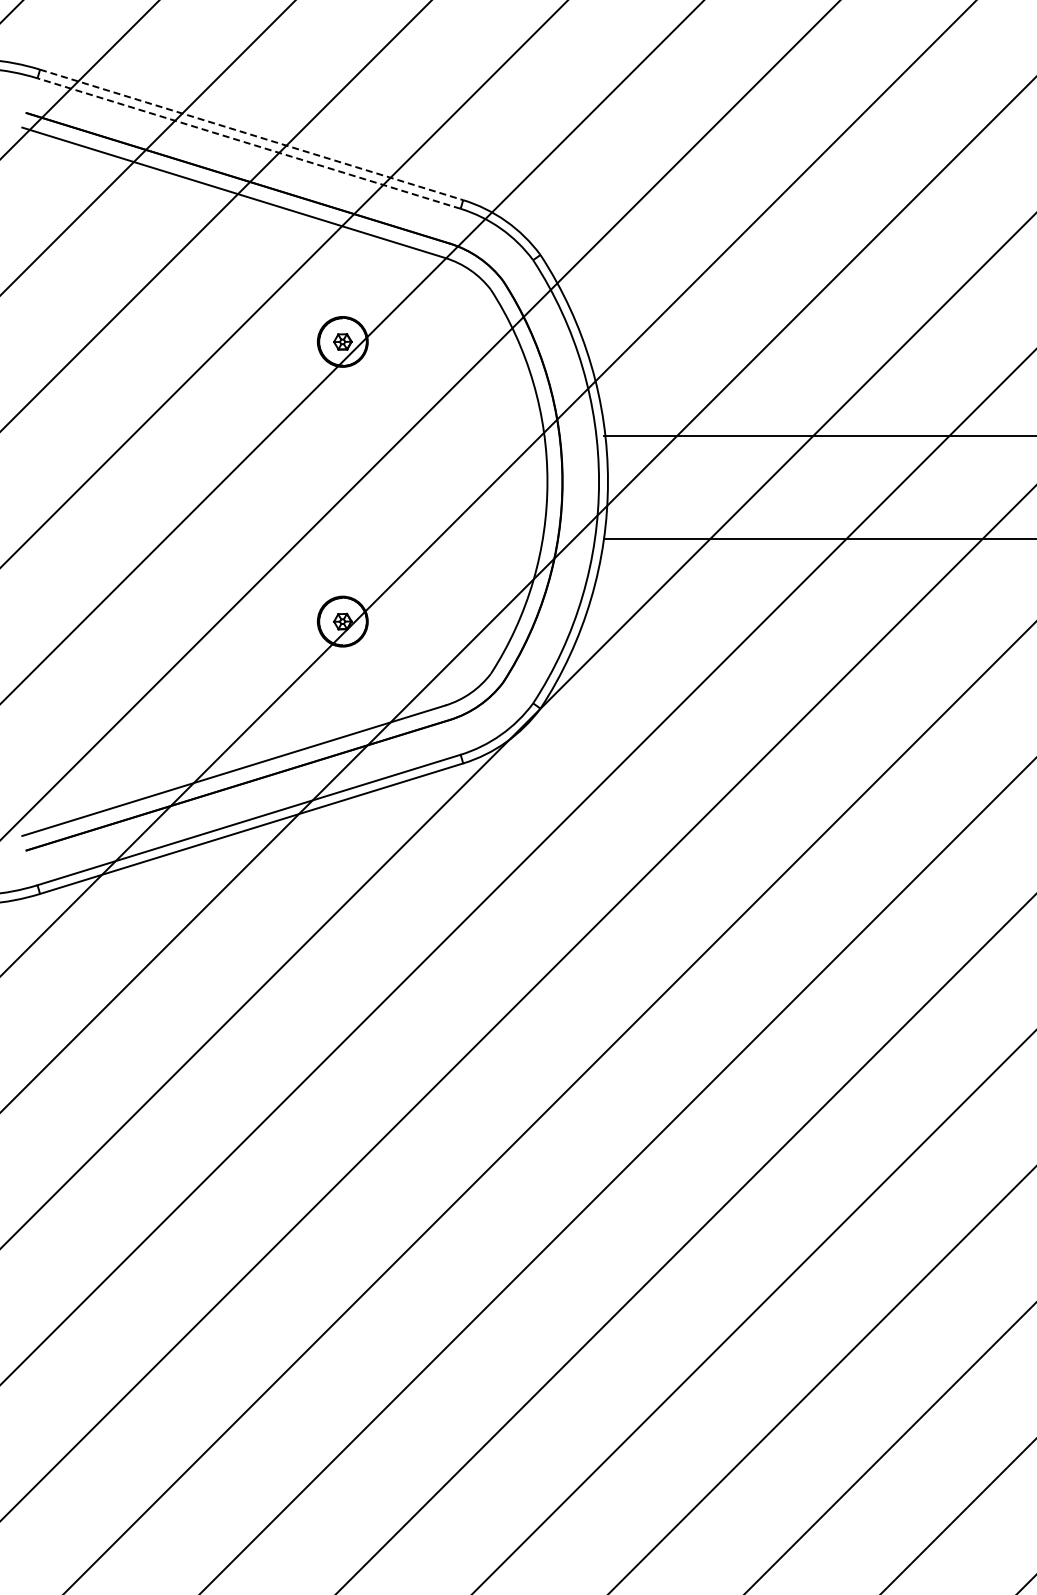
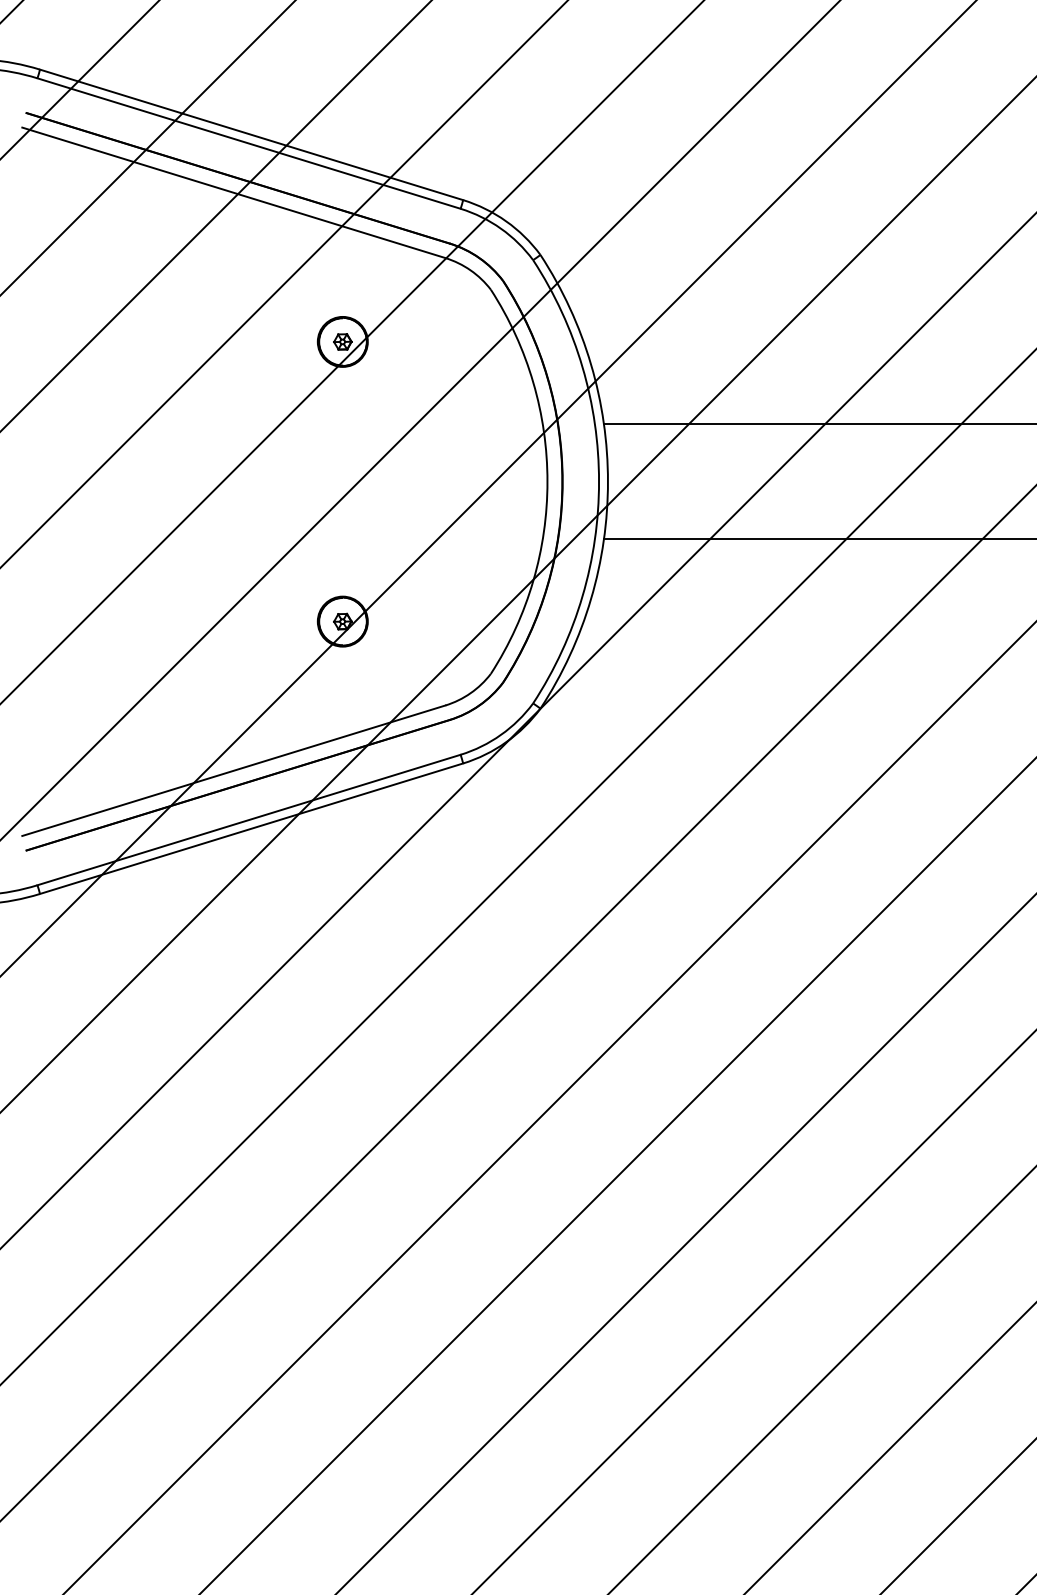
line at (252, 135): dashed -> solid
line at (248, 143): dashed -> solid
line at (818, 436) position: (818, 436) -> (818, 424)
